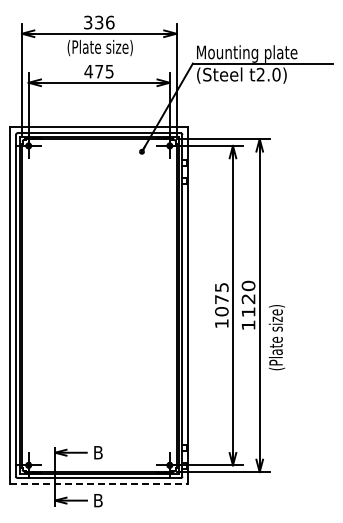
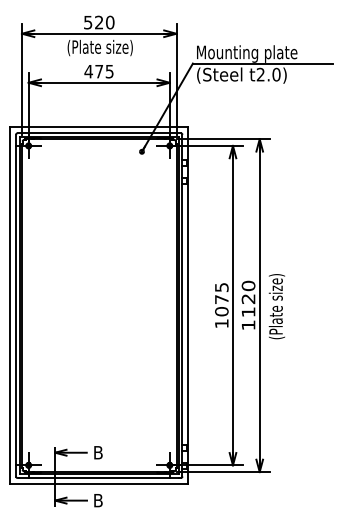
text at (99, 22): 336 -> 520
text at (276, 337) position: (276, 337) -> (276, 306)
line at (99, 483): dashed -> solid
